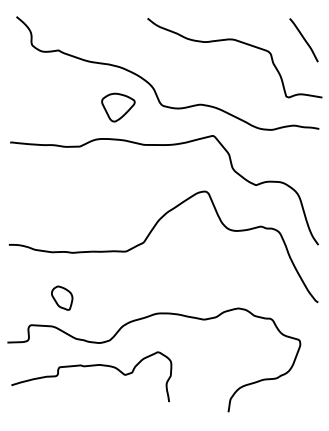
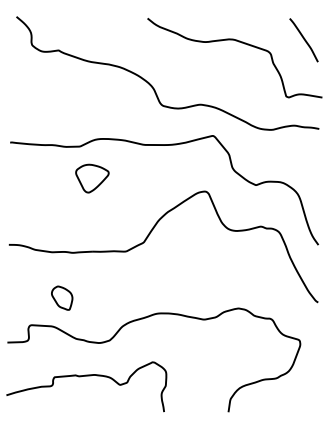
part at (118, 107) position: (118, 107) -> (92, 178)
curve at (91, 366) position: (91, 366) -> (86, 376)
